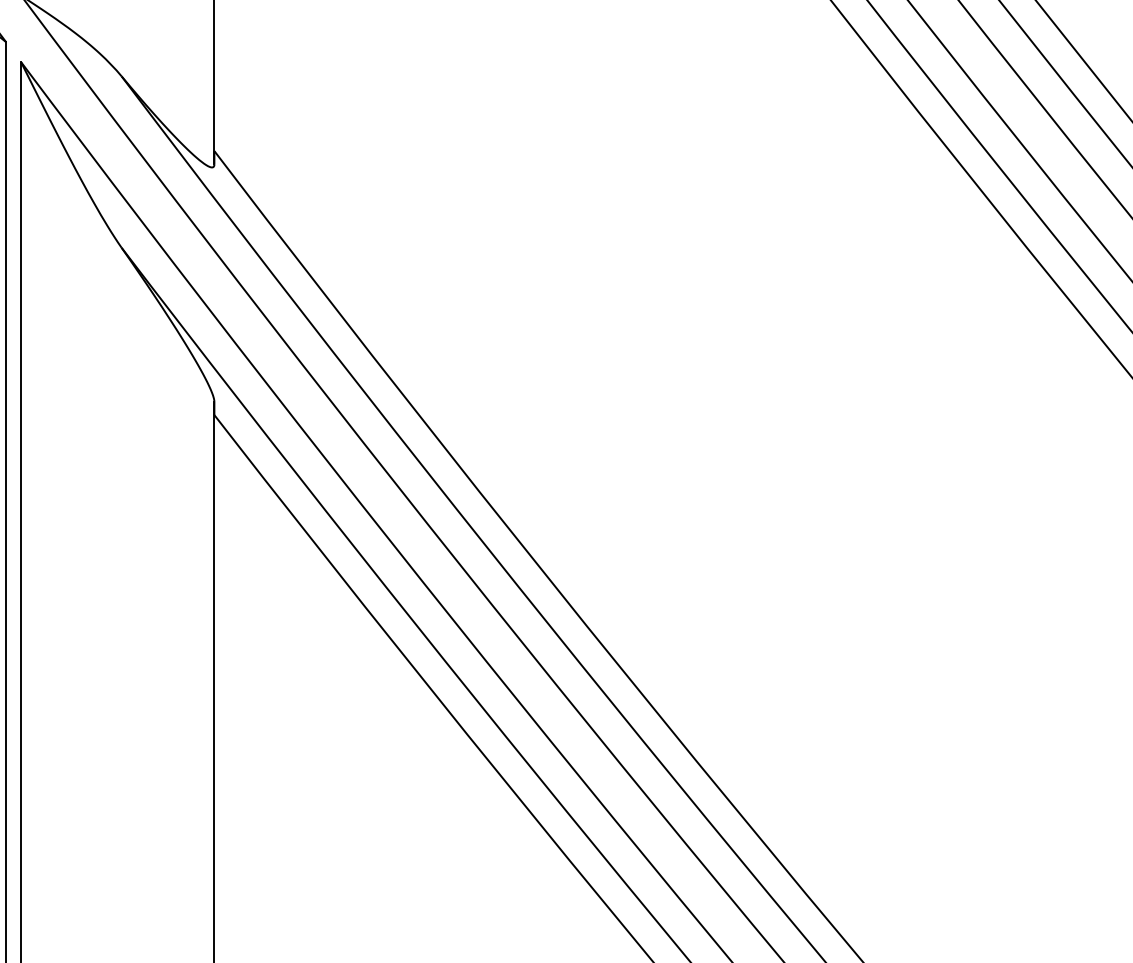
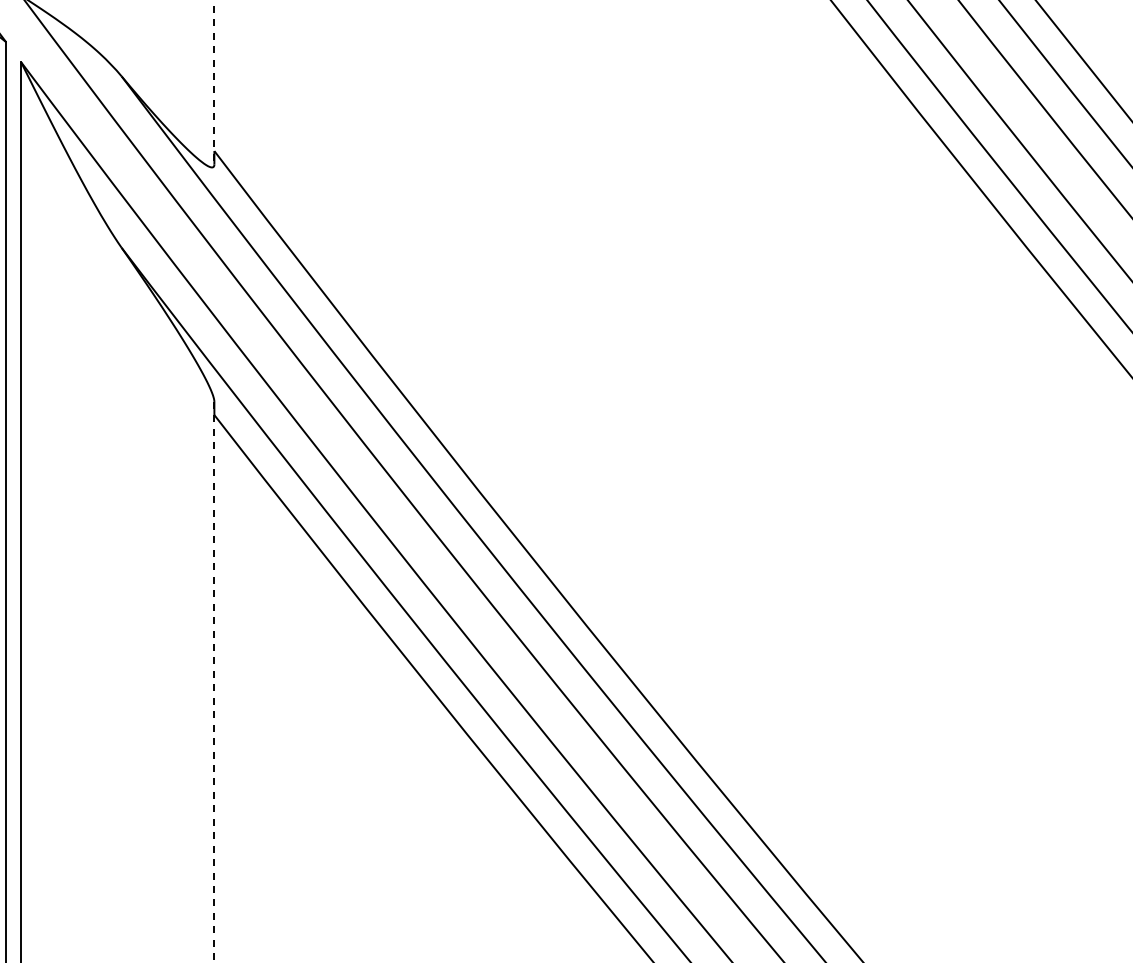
line at (214, 82): solid -> dashed
line at (214, 682): solid -> dashed
